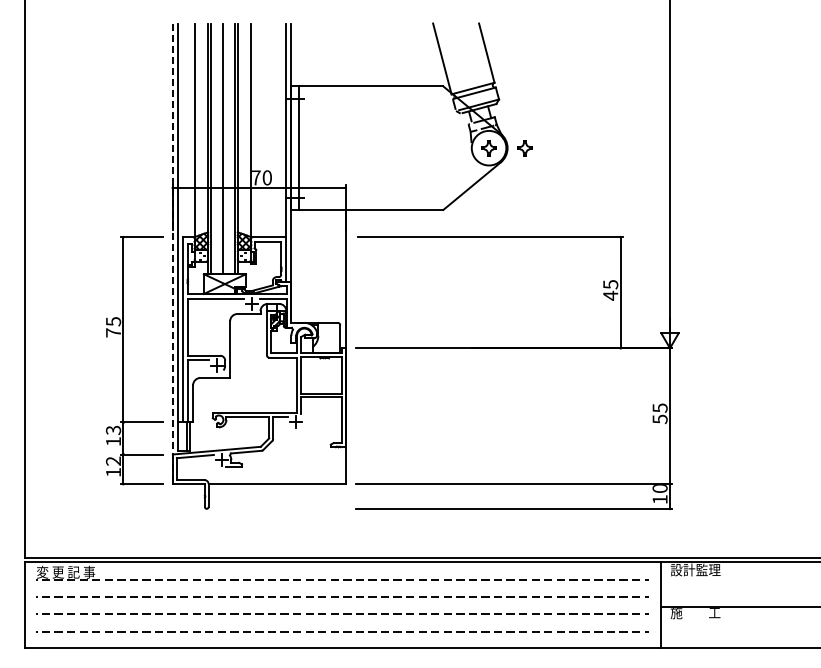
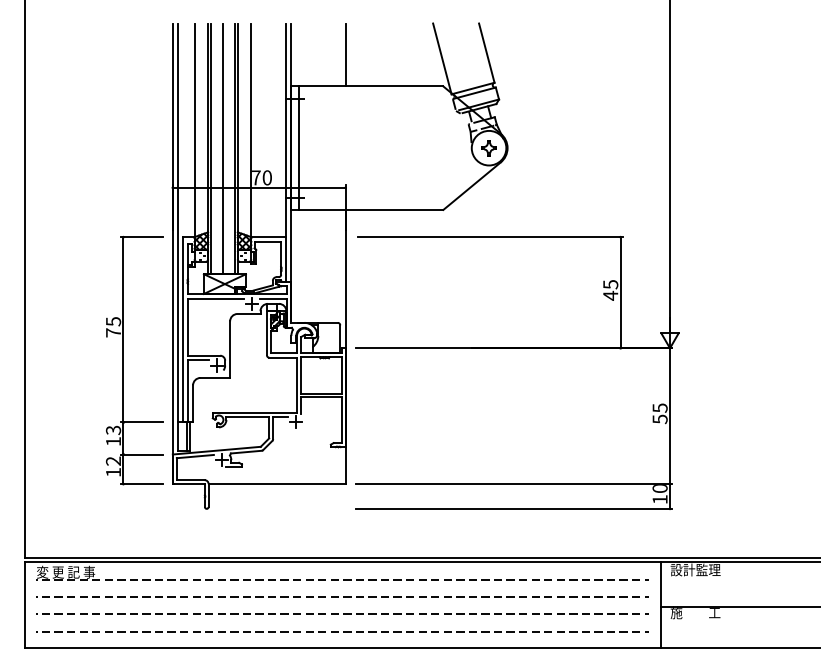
line at (345, 54): none -> present
part at (524, 148): present -> none
line at (172, 254): dashed -> solid
